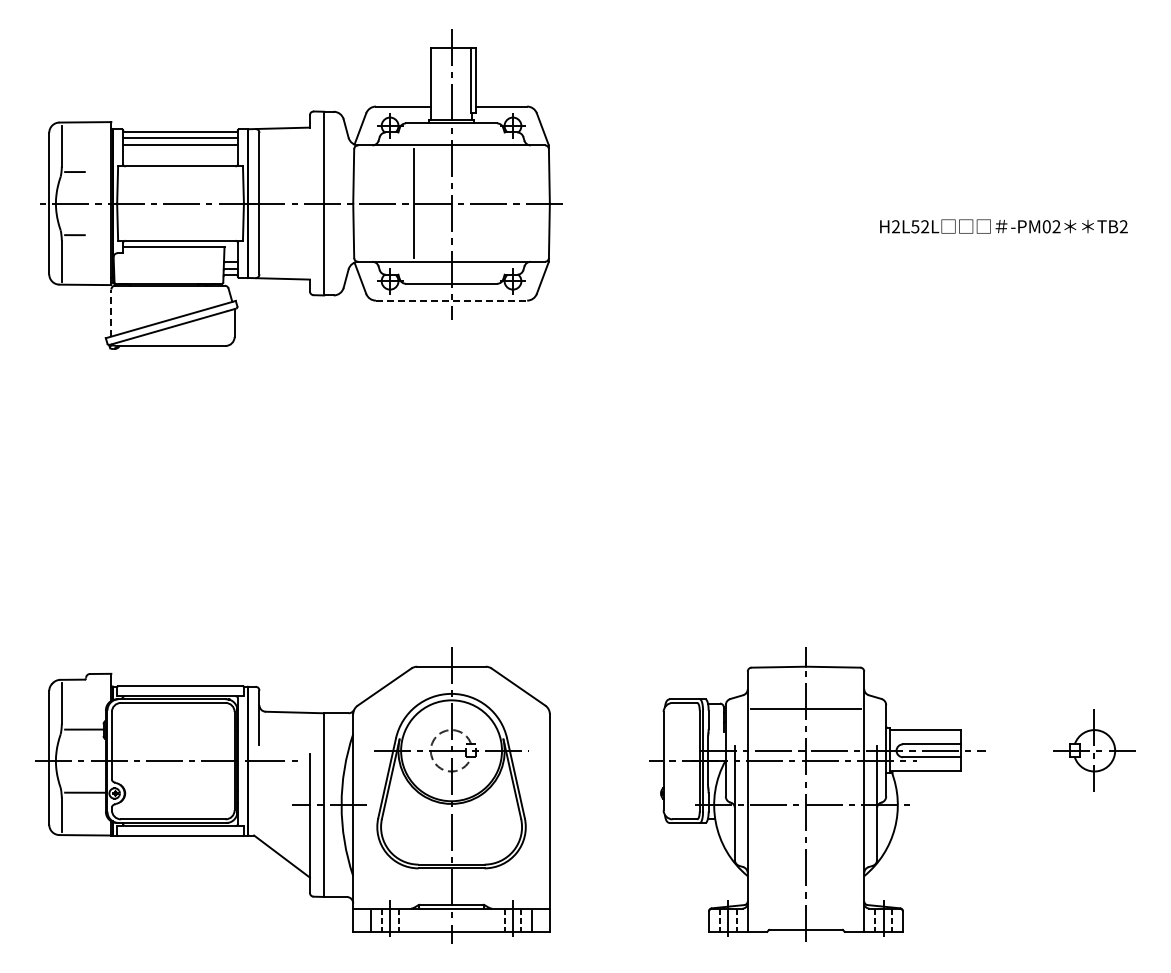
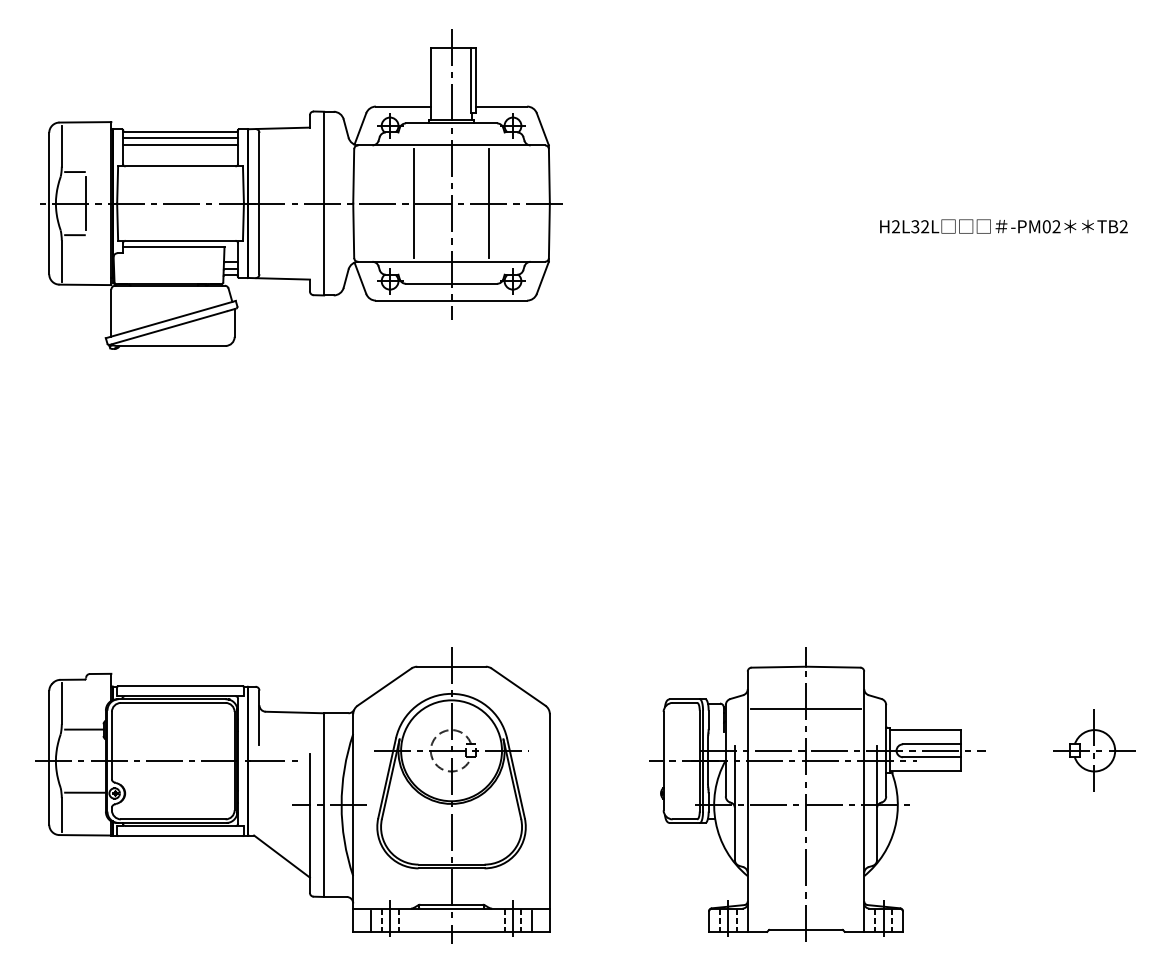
line at (86, 203): none -> present
line at (489, 203): none -> present
text at (915, 226): H2L52L -> H2L32L
line at (451, 300): dashed -> solid
line at (111, 313): dashed -> solid
